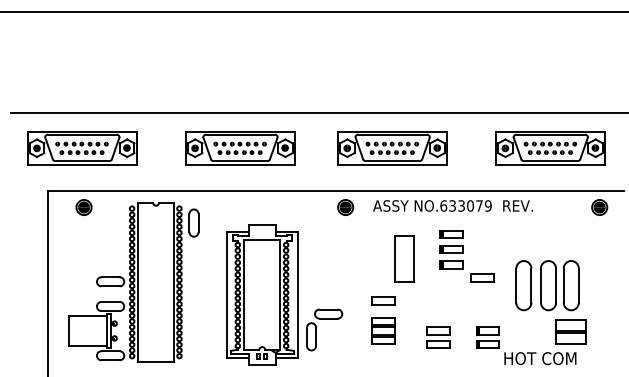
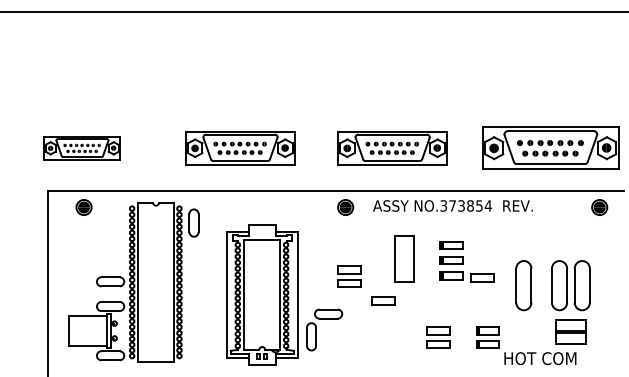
line at (318, 112): present -> none
part at (82, 148) size: 111x35 px -> 78x25 px
part at (550, 148) size: 111x35 px -> 138x44 px
text at (465, 205): NO.633079 -> NO.373854
part at (451, 249) position: (451, 249) -> (451, 260)
part at (349, 276): none -> present
part at (559, 285) position: (559, 285) -> (570, 285)
part at (383, 330): present -> none
